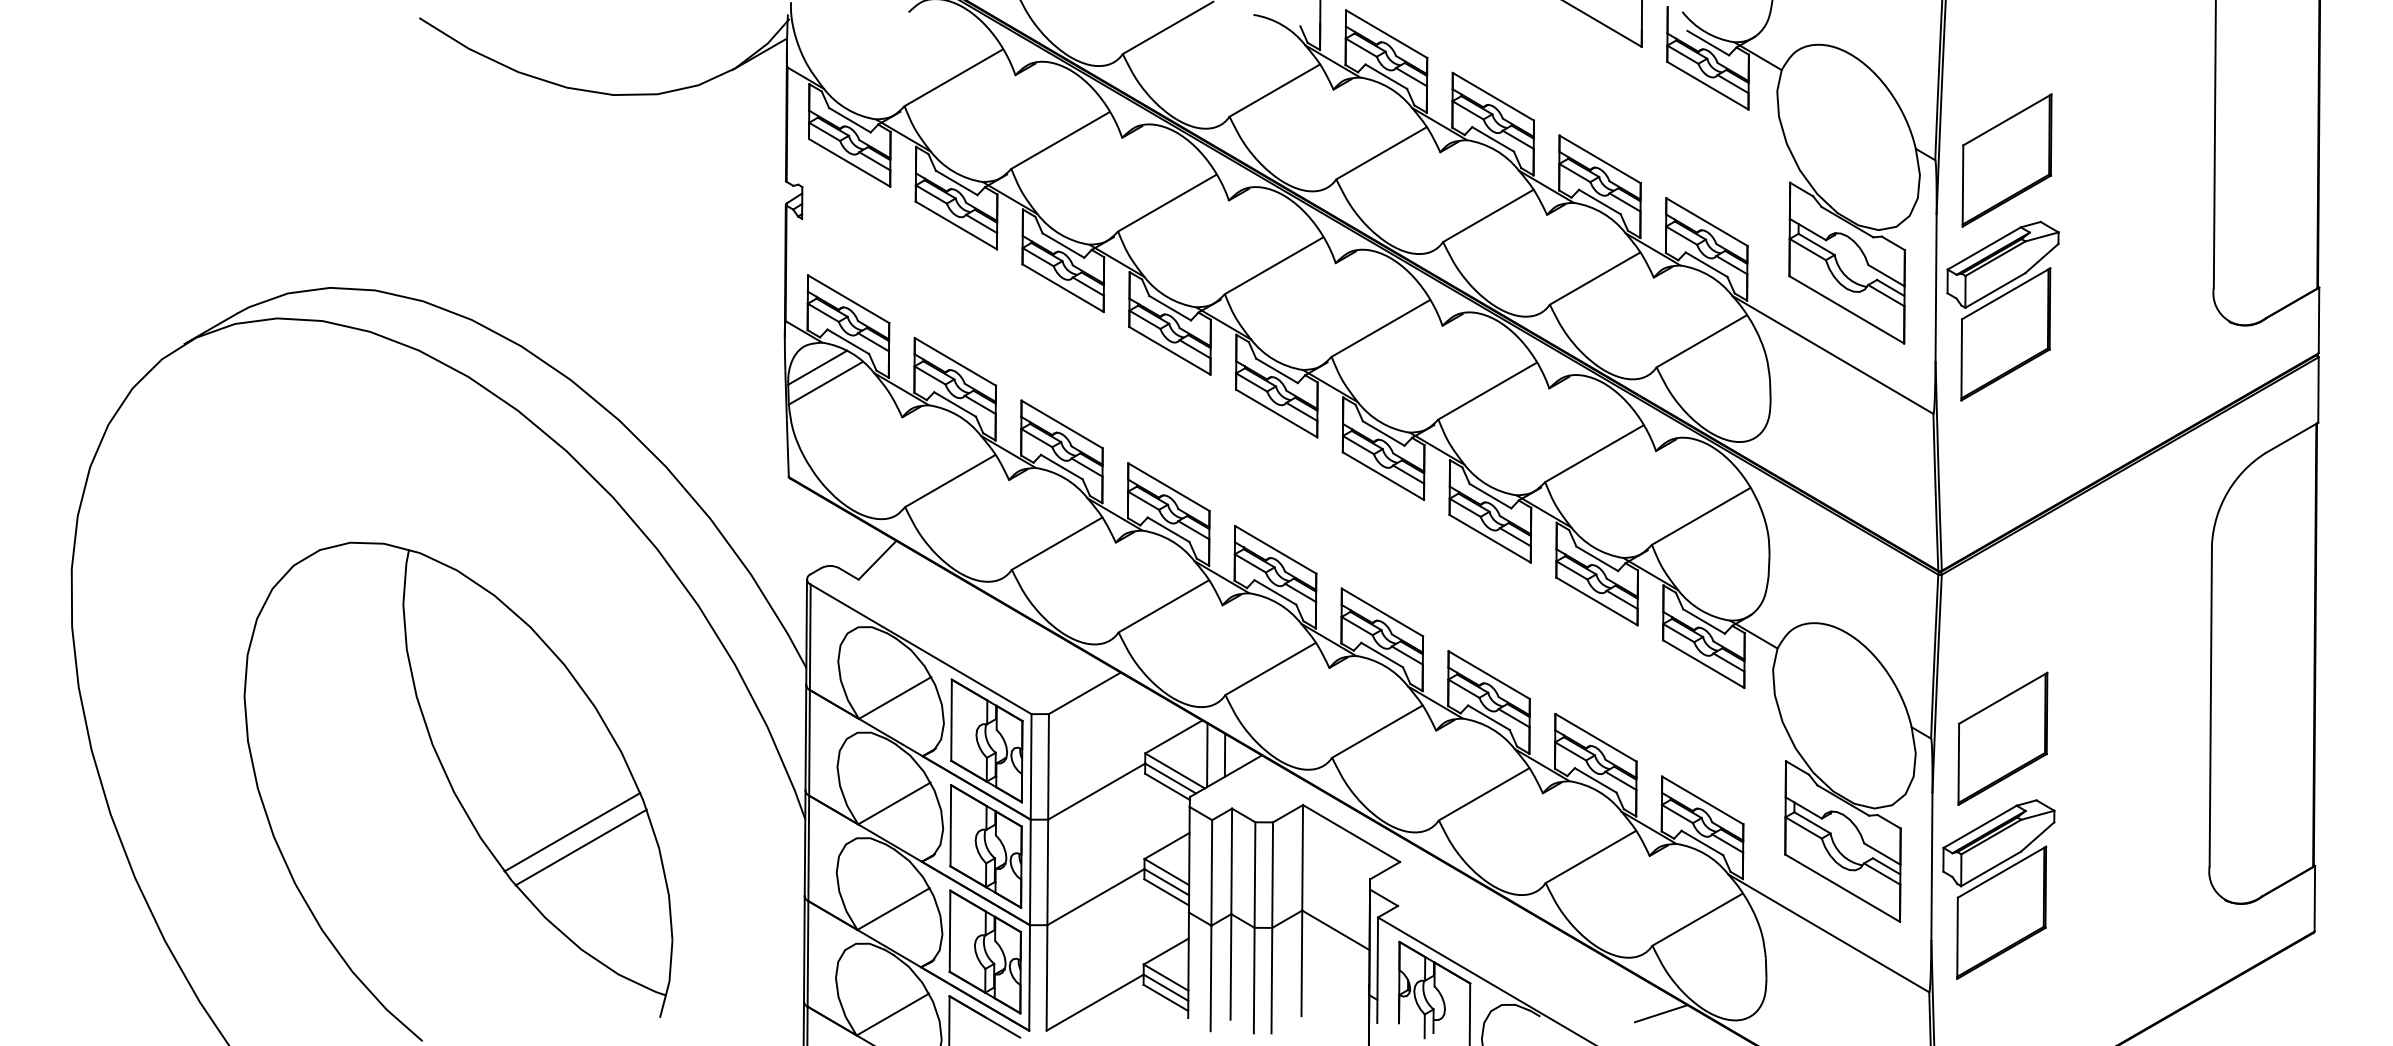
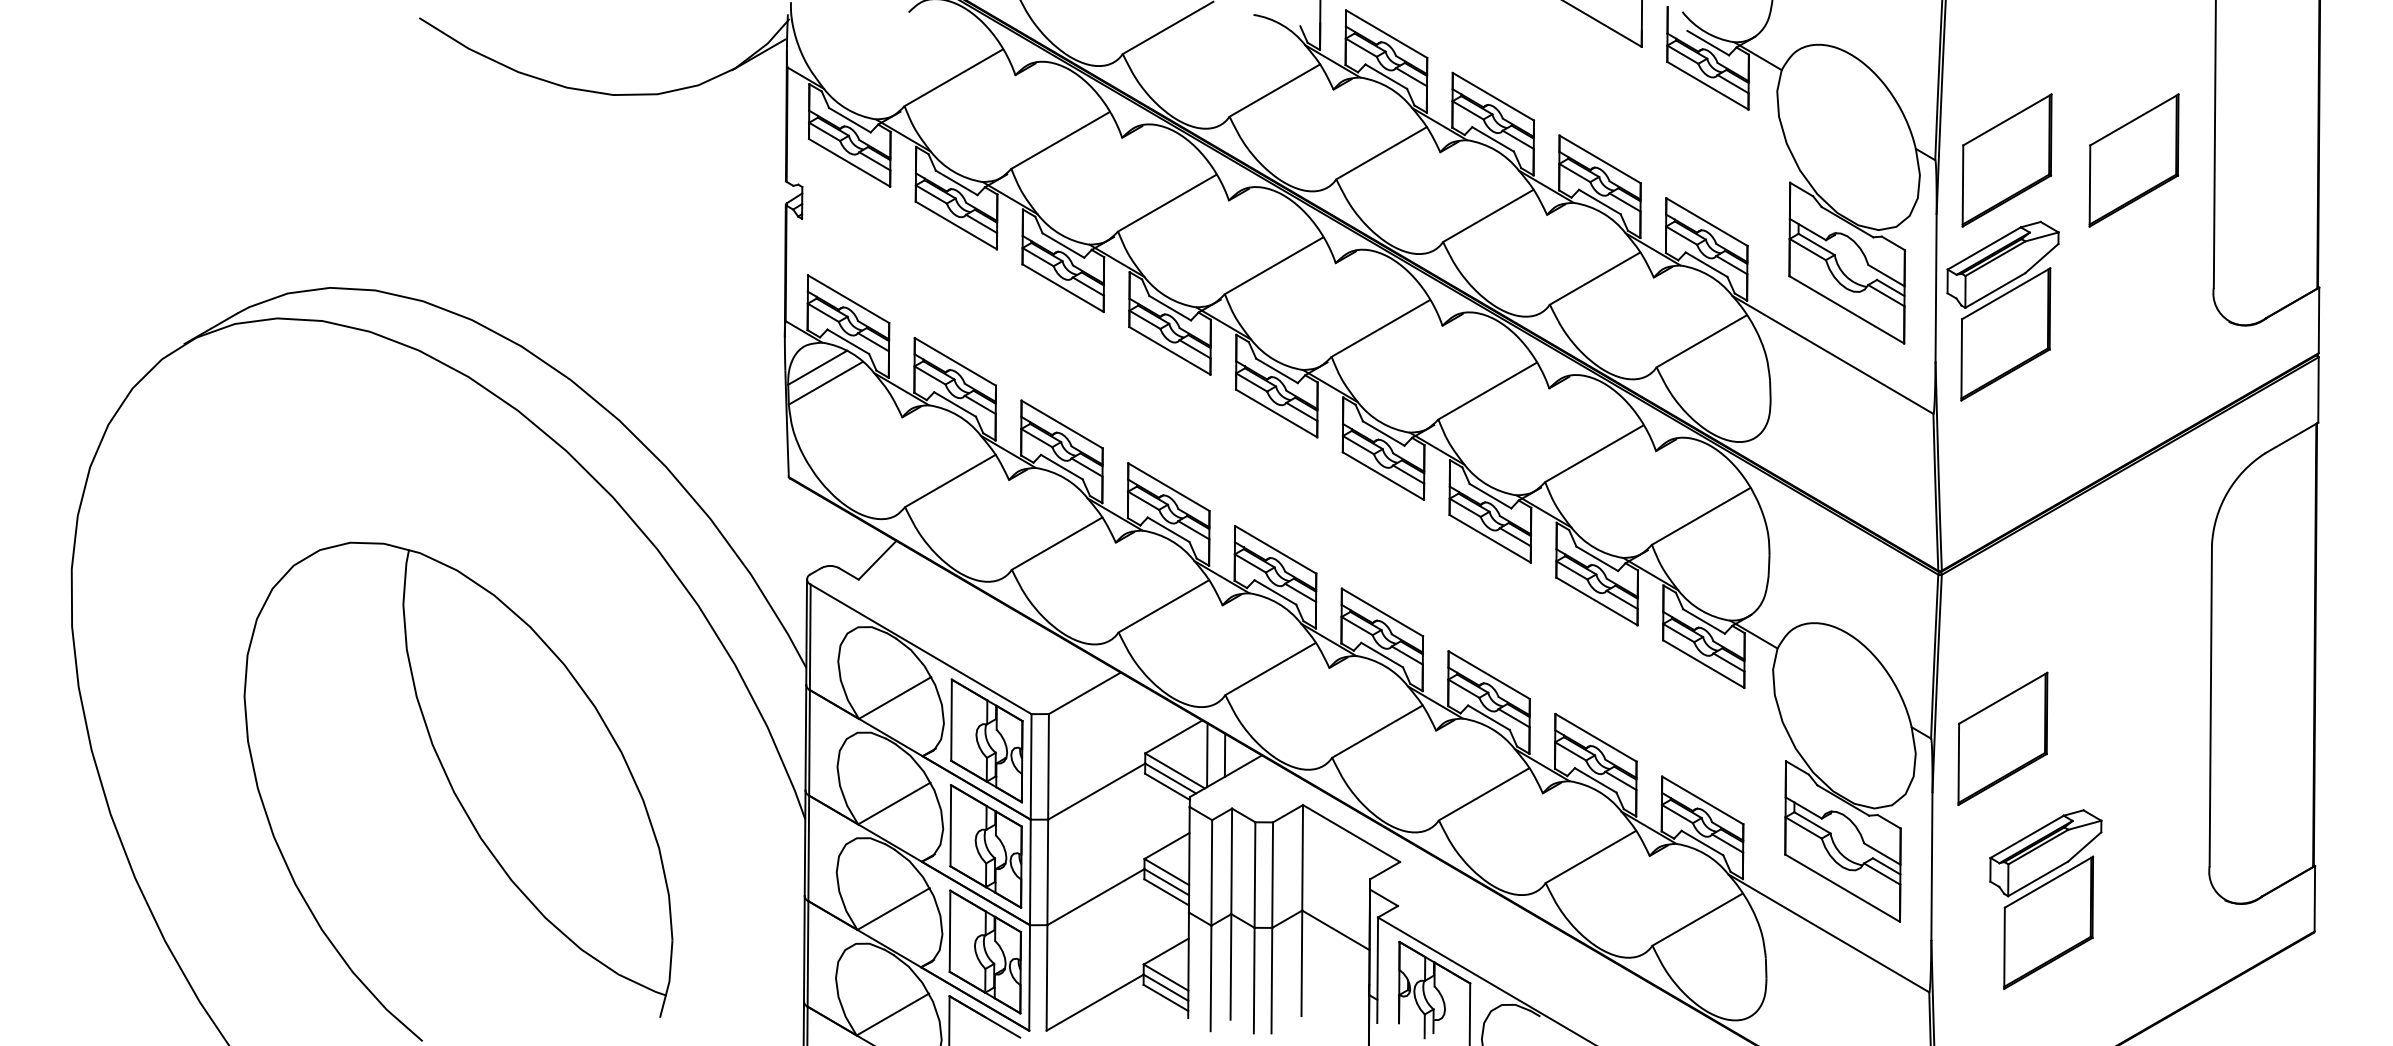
part at (2133, 160): none -> present
line at (572, 832): present -> none
line at (580, 847): present -> none
part at (1998, 889) position: (1998, 889) -> (2045, 899)
line at (1660, 1013): present -> none
